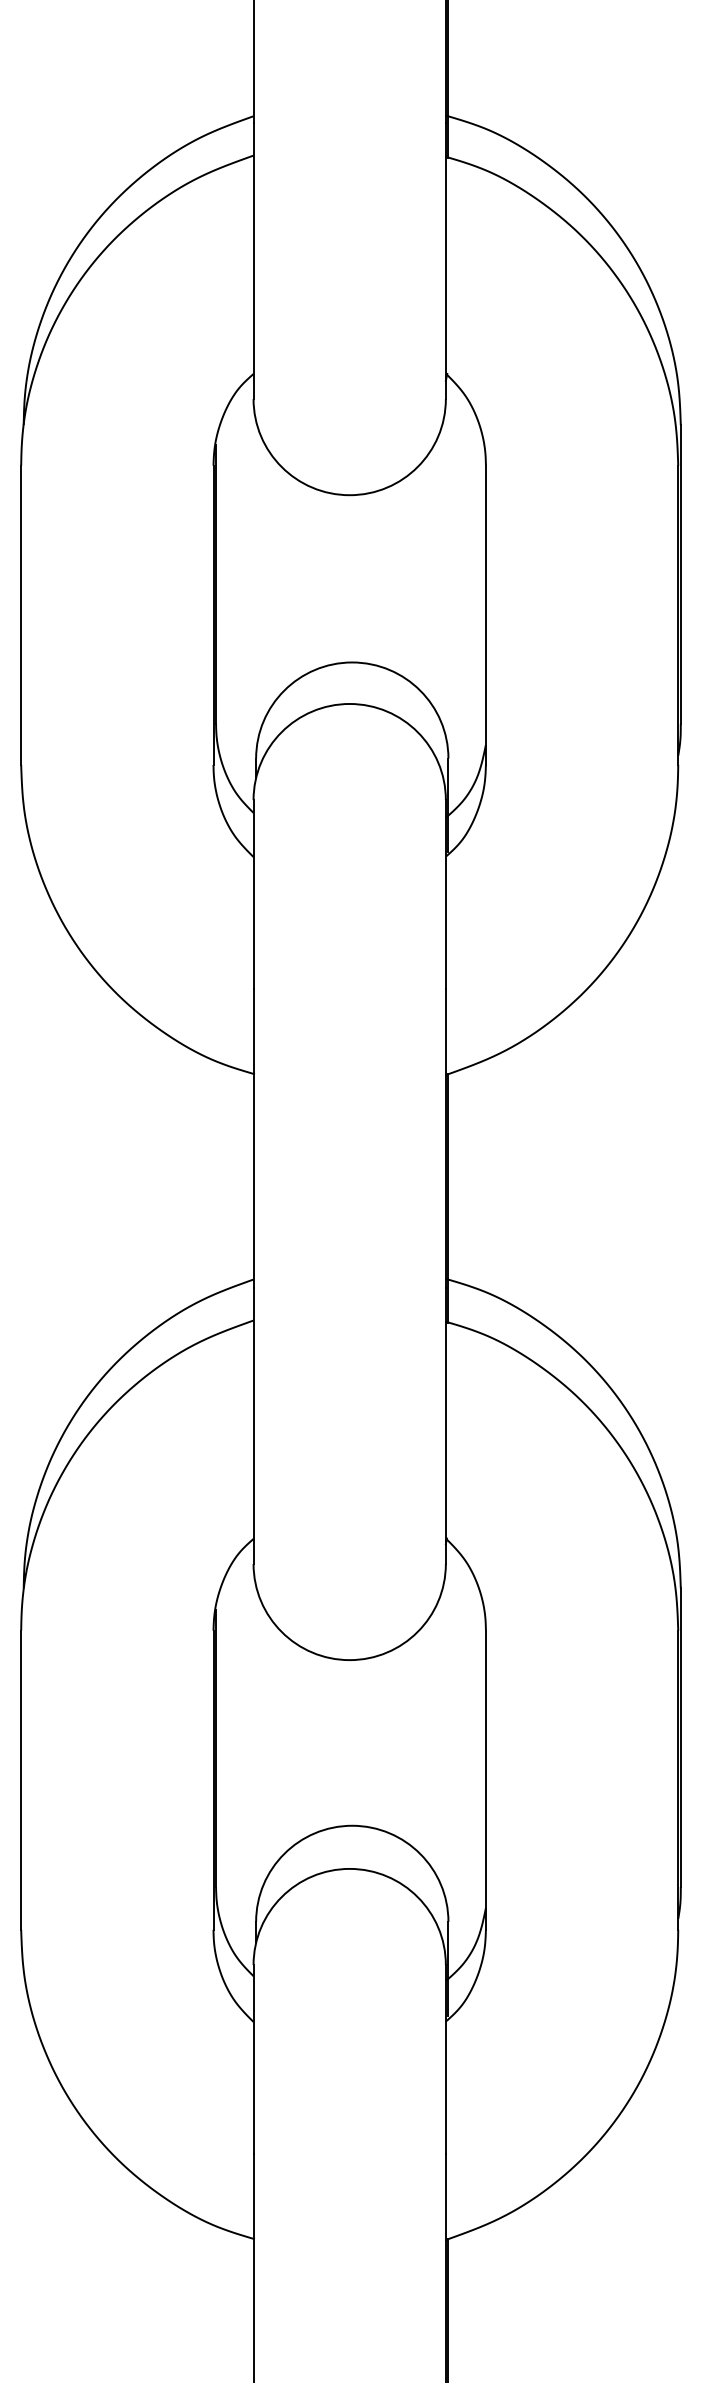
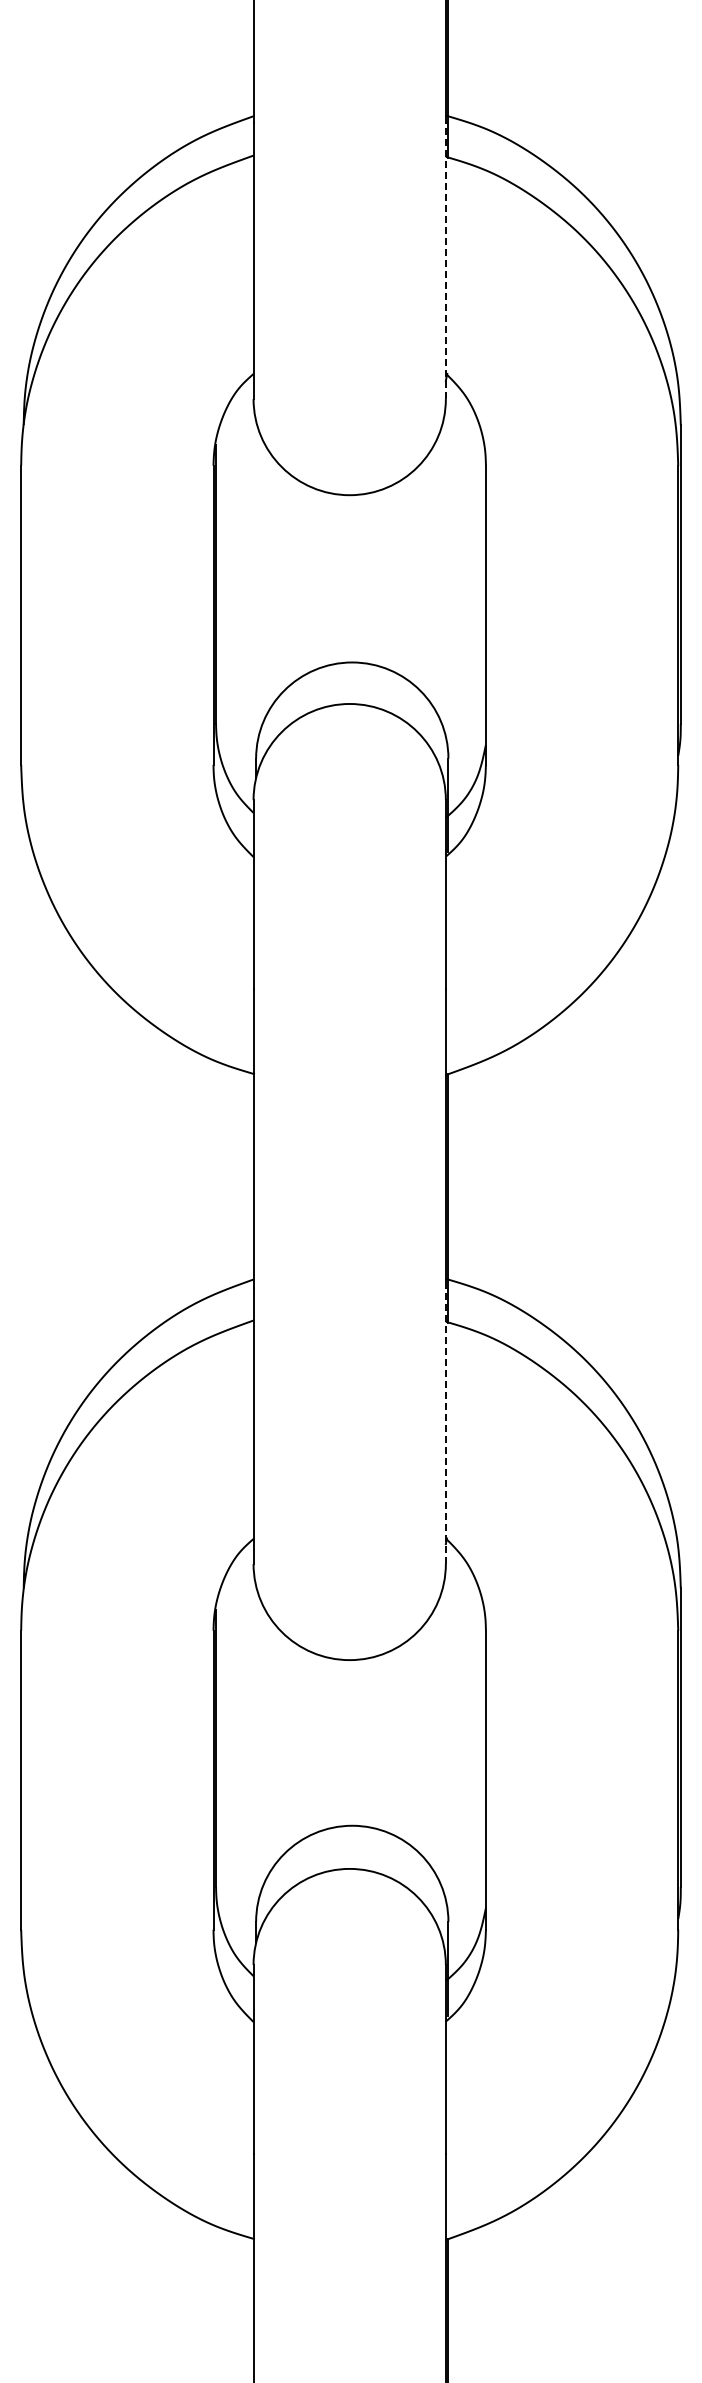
line at (445, 261): solid -> dashed
line at (445, 1426): solid -> dashed
